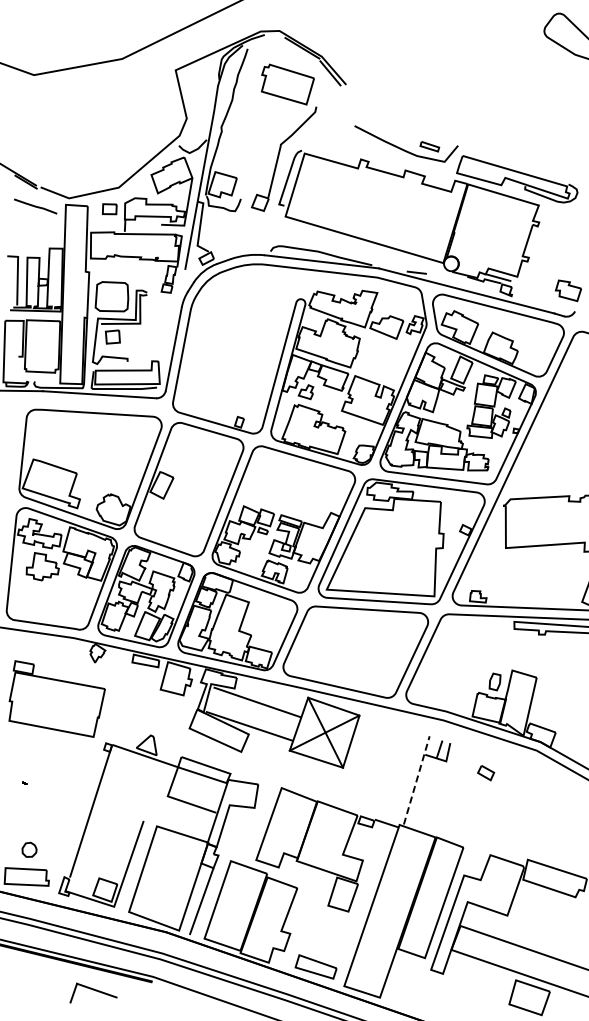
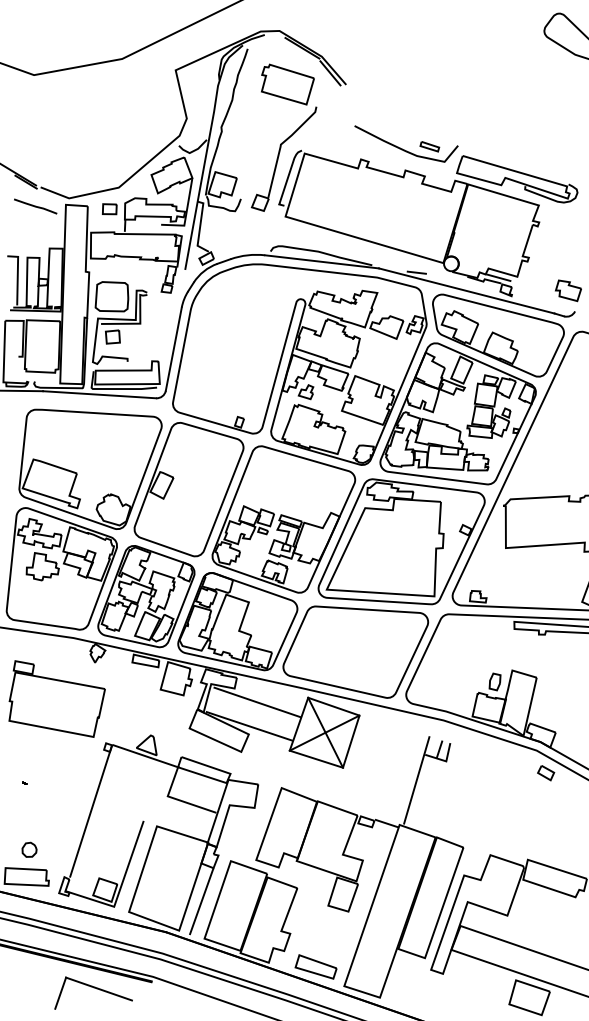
part at (486, 773) position: (486, 773) -> (546, 773)
line at (416, 780): dashed -> solid
part at (93, 992) size: 49x22 px -> 79x34 px
